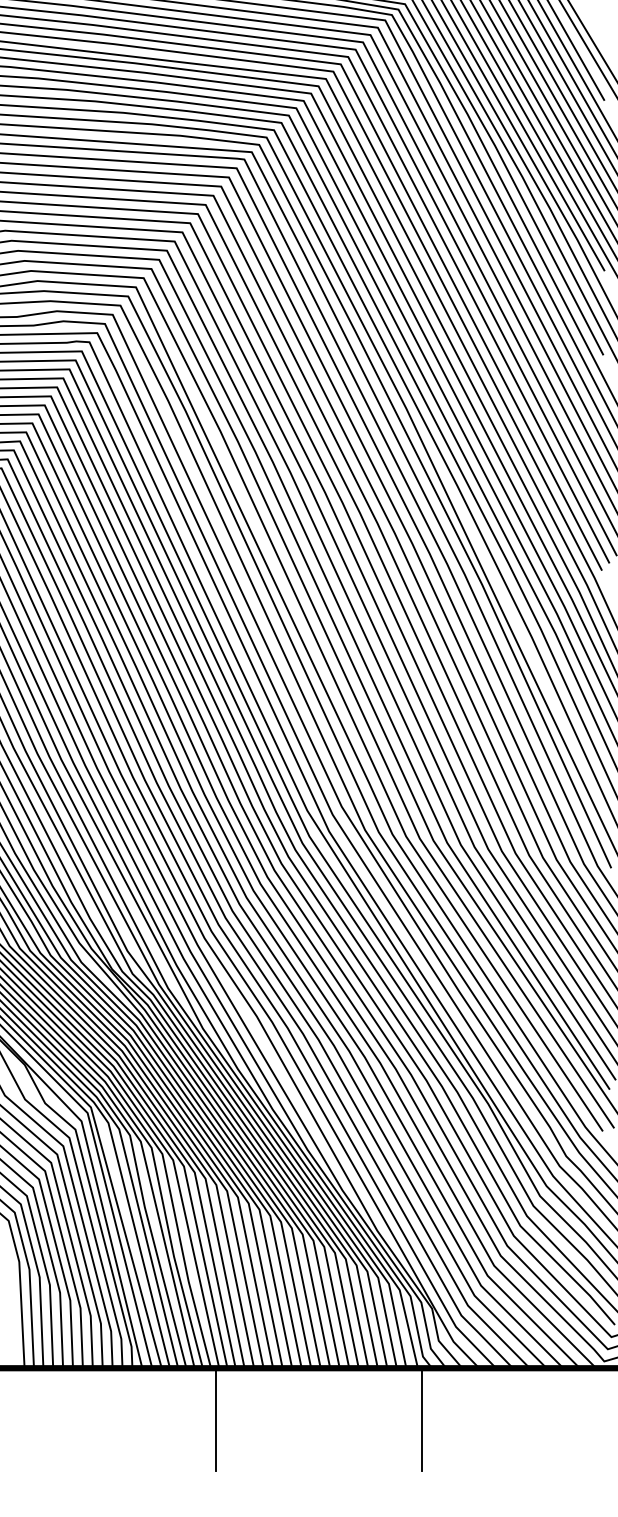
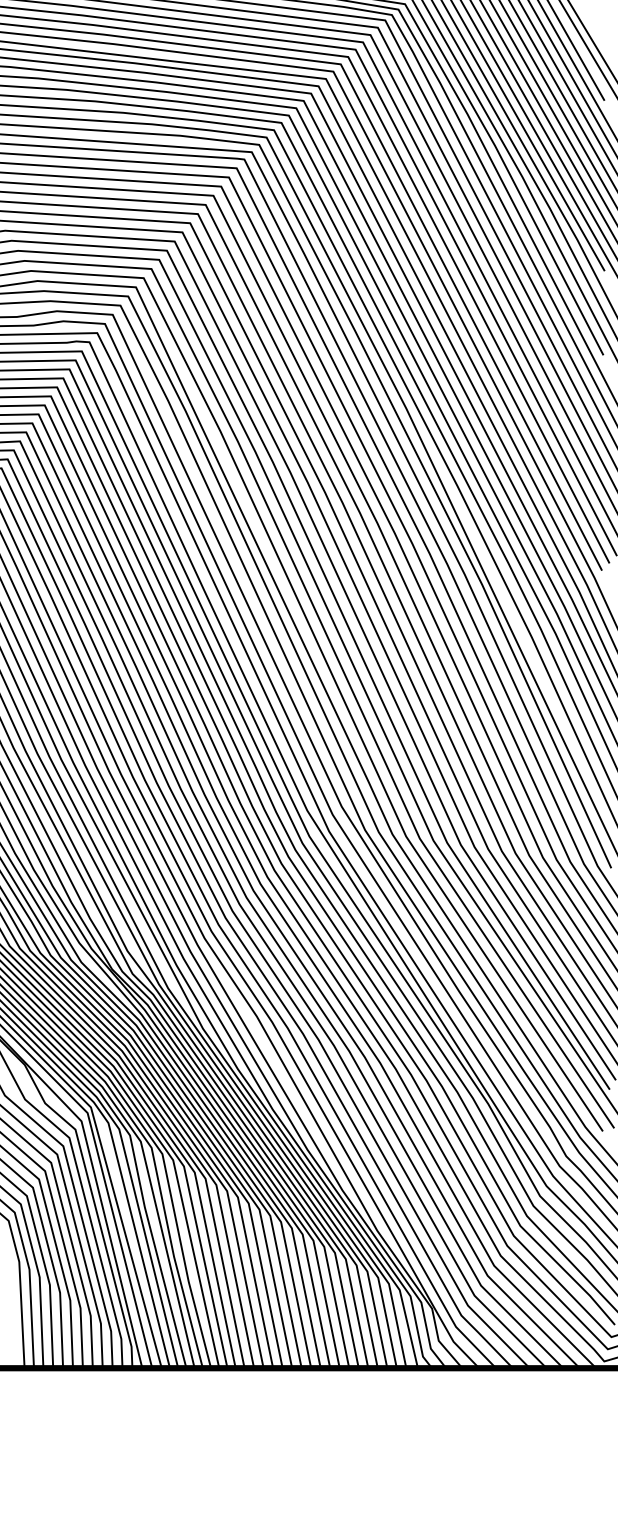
line at (215, 1419): present -> none
line at (422, 1419): present -> none
